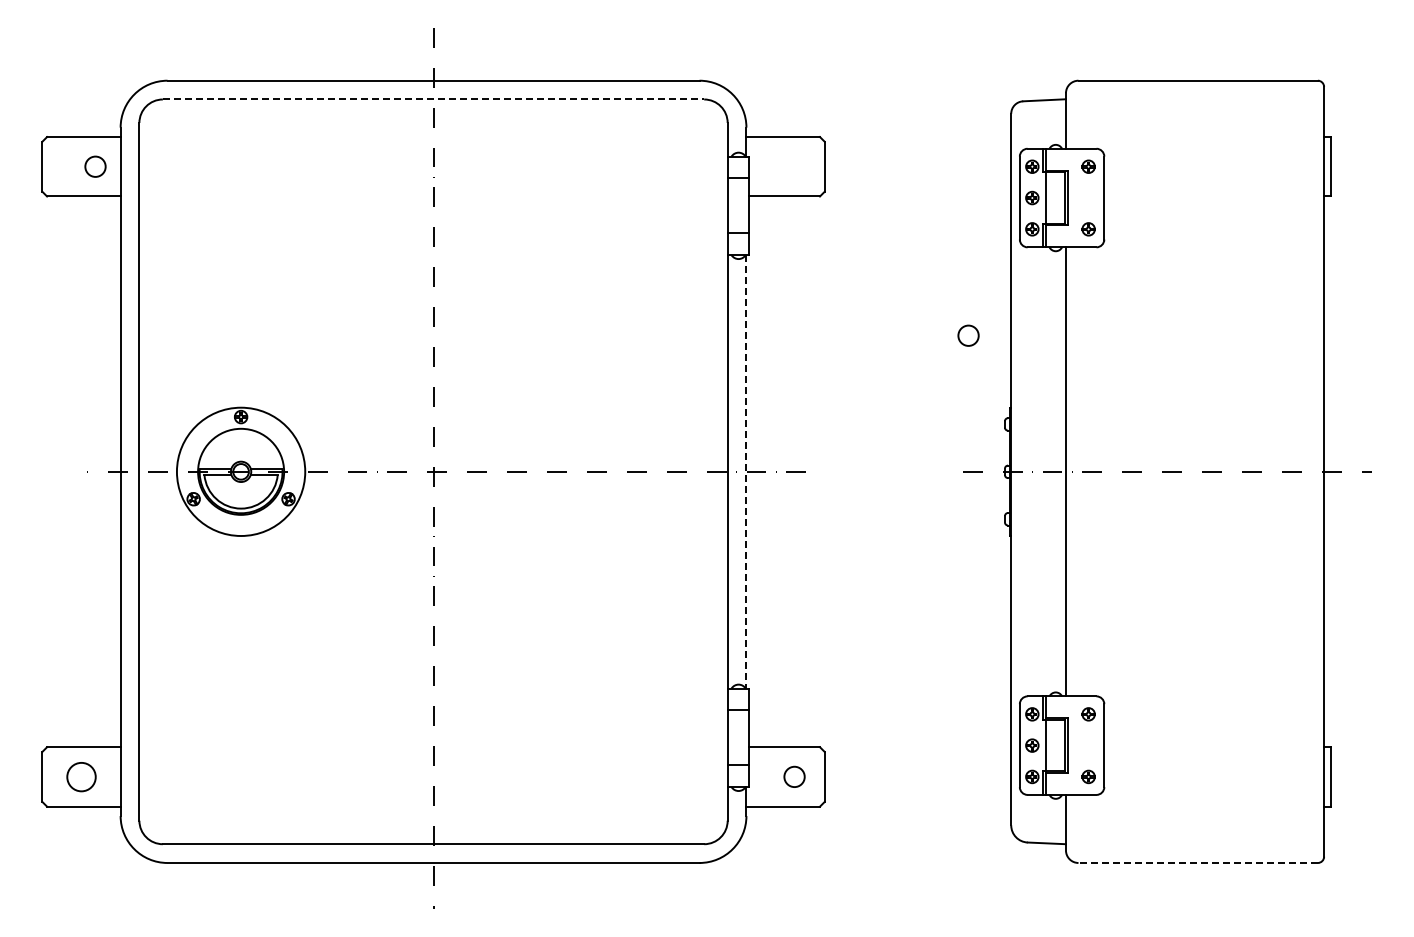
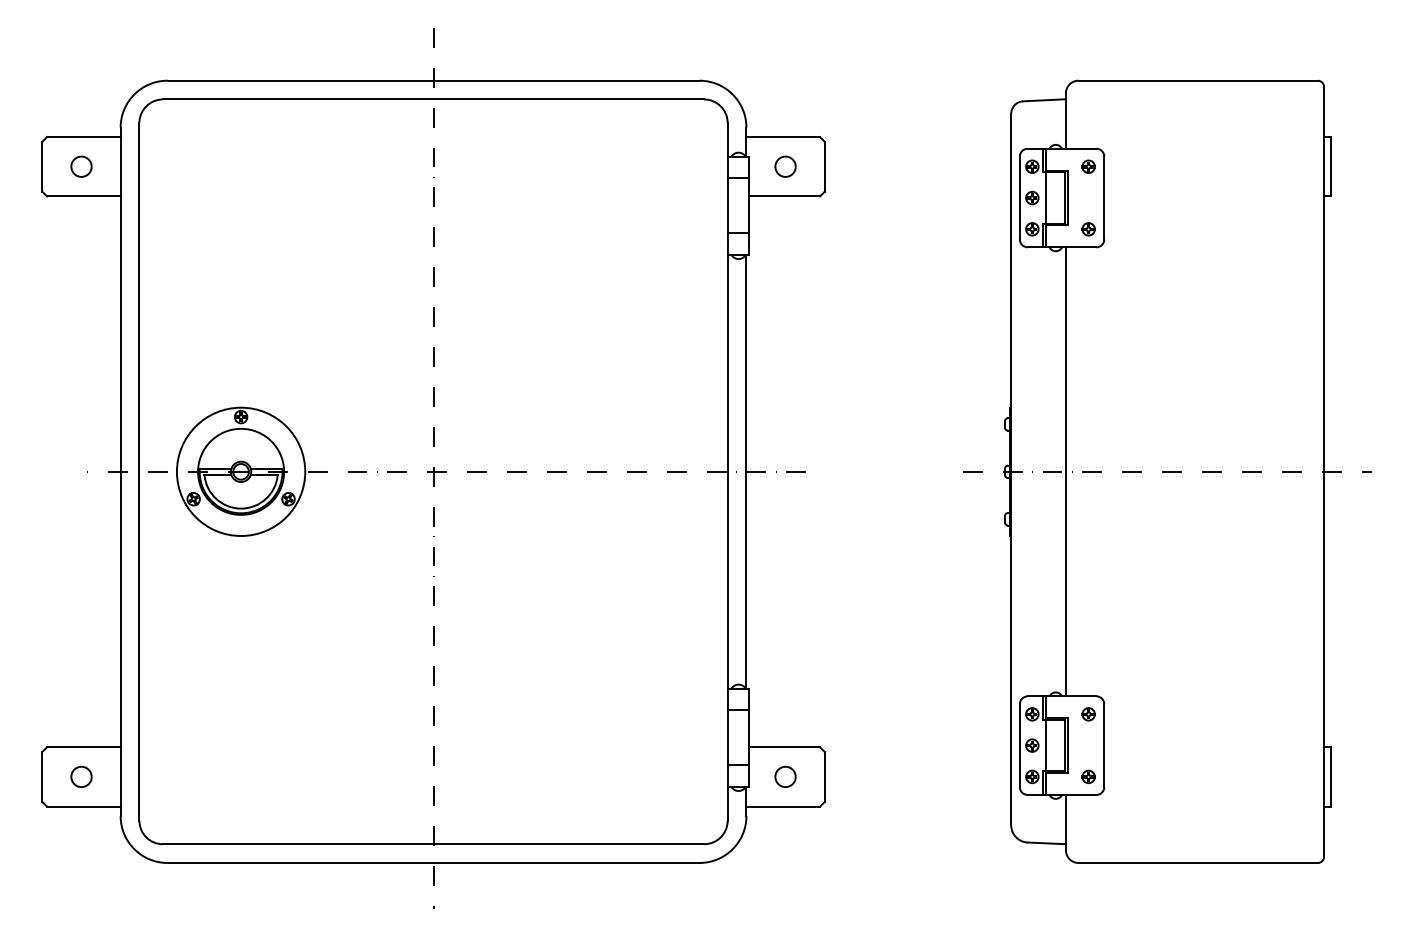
line at (433, 99): dashed -> solid
circle at (95, 166) position: (95, 166) -> (81, 166)
circle at (968, 335) position: (968, 335) -> (785, 166)
line at (746, 471): dashed -> solid
circle at (794, 776) position: (794, 776) -> (785, 776)
circle at (81, 777) size: 31x31 px -> 23x23 px
line at (1198, 862): dashed -> solid
